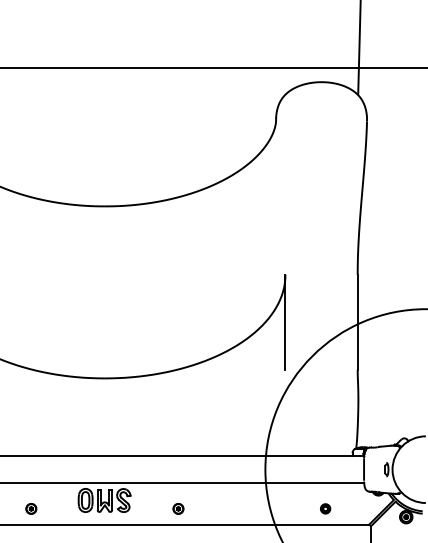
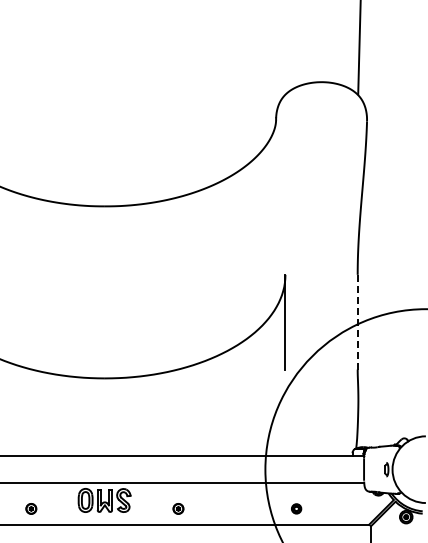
line at (213, 68): present -> none
line at (357, 321): solid -> dashed
part at (325, 508) position: (325, 508) -> (296, 508)
